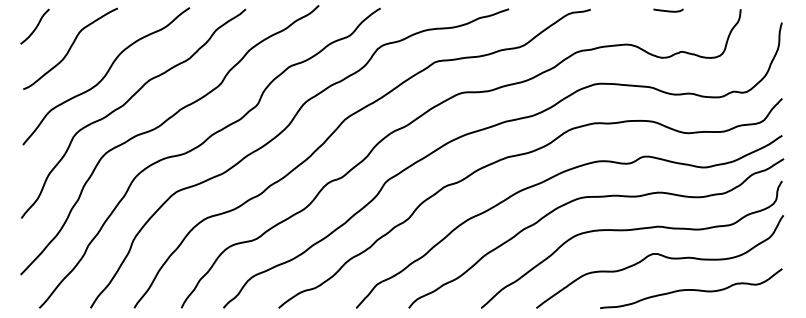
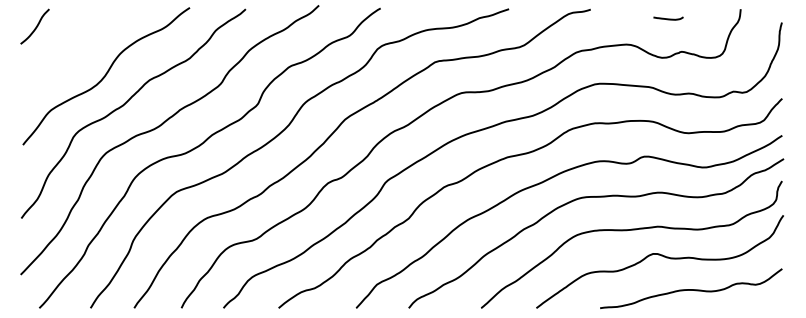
curve at (668, 10) position: (668, 10) -> (668, 18)
curve at (70, 48): present -> none
